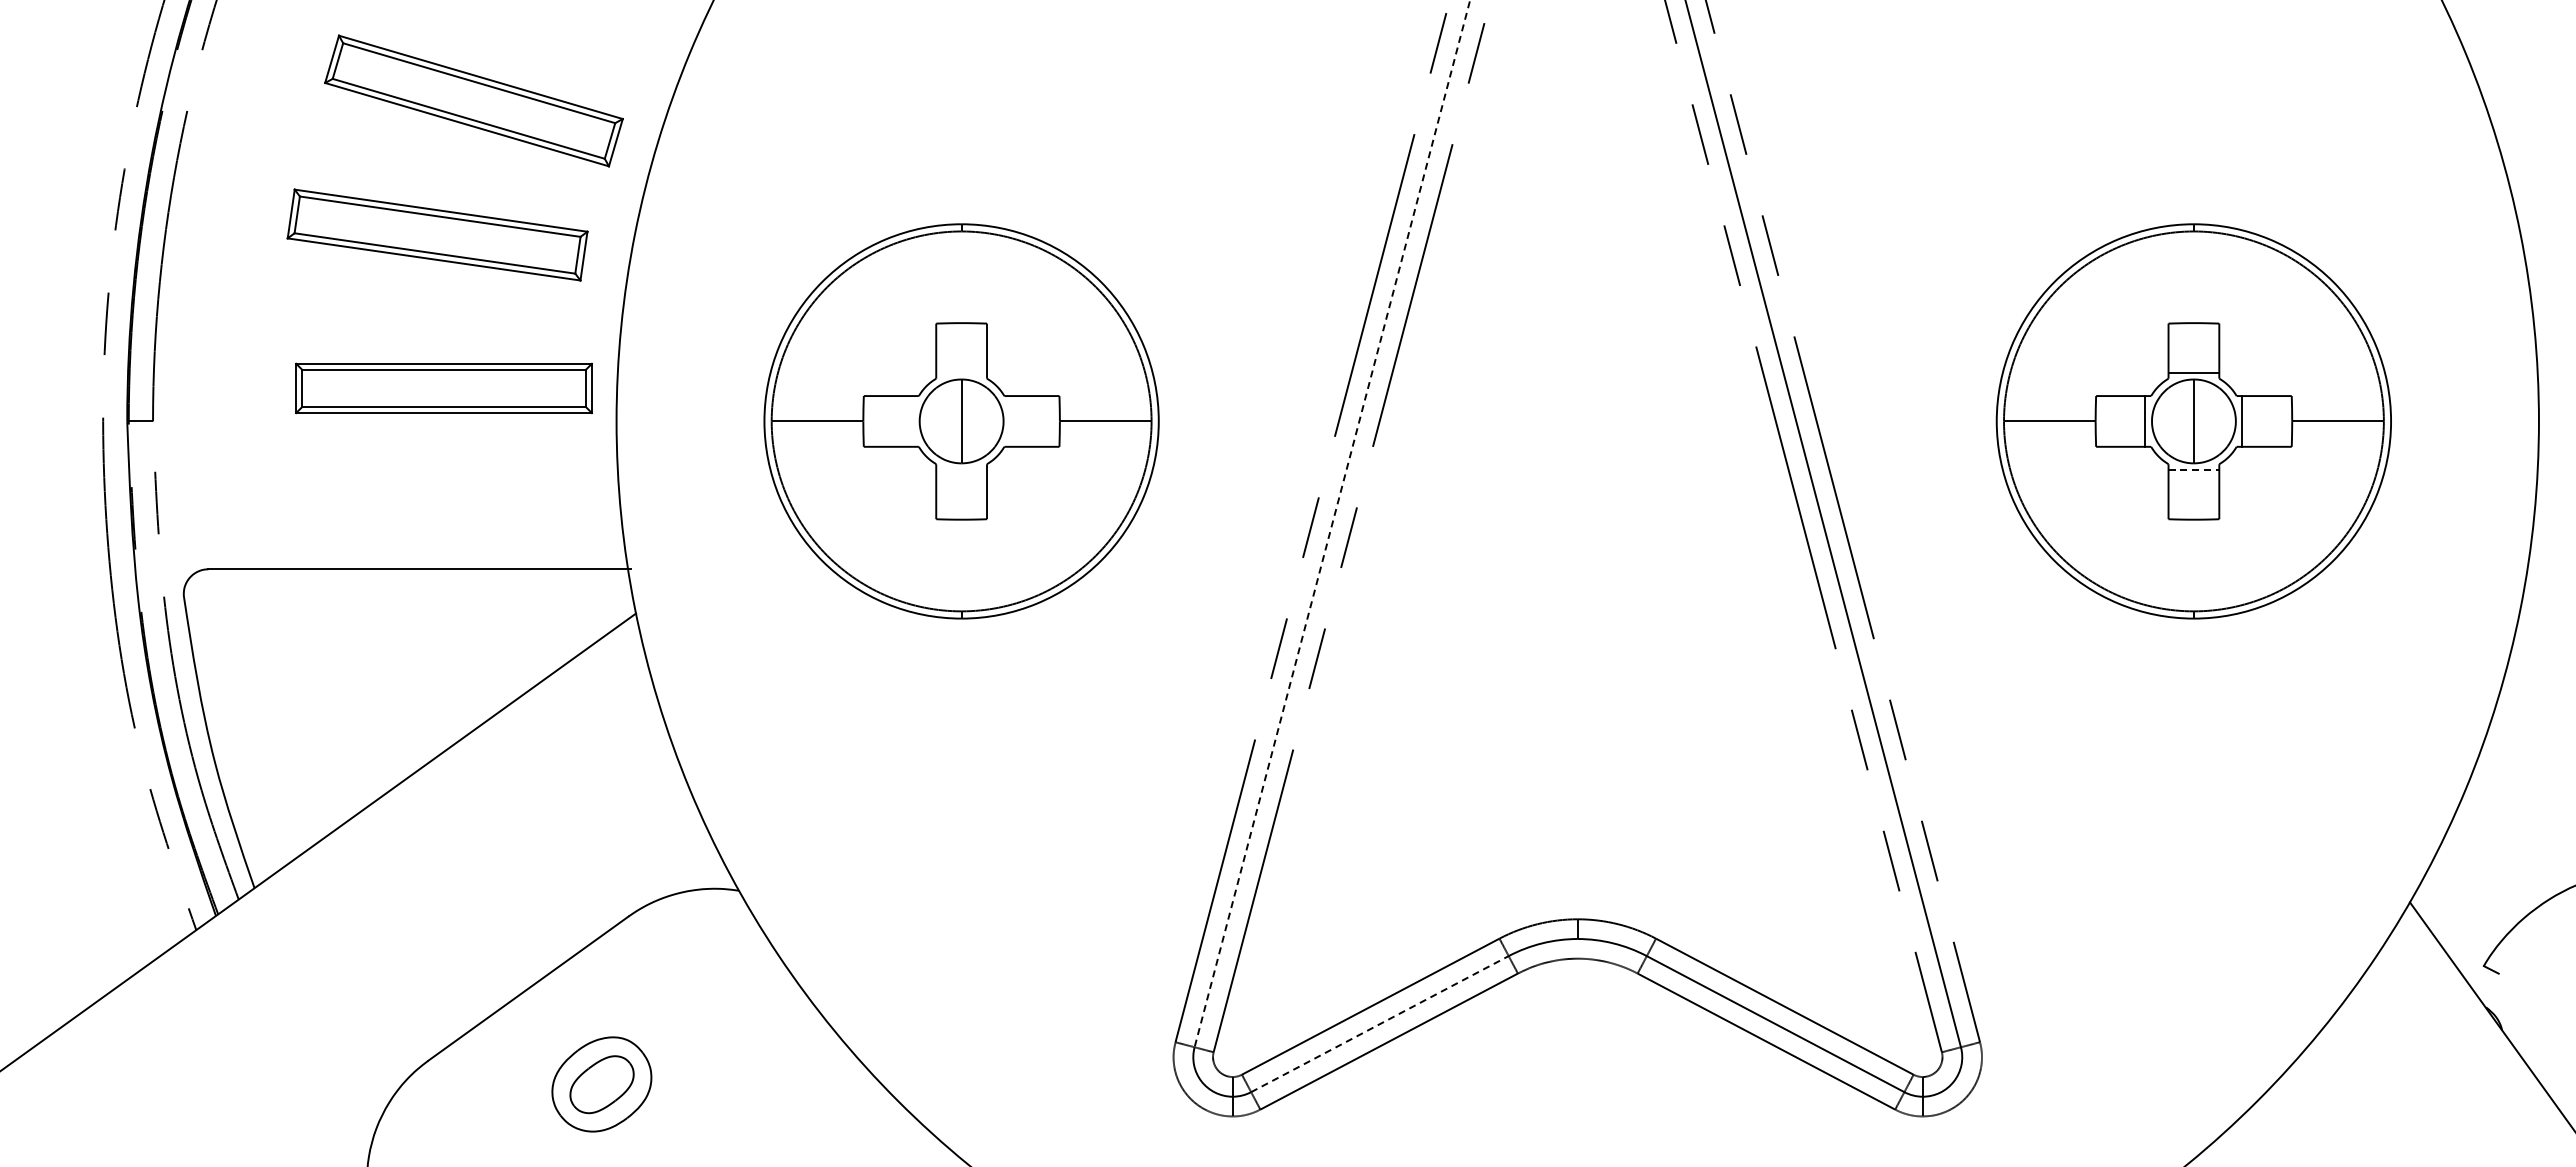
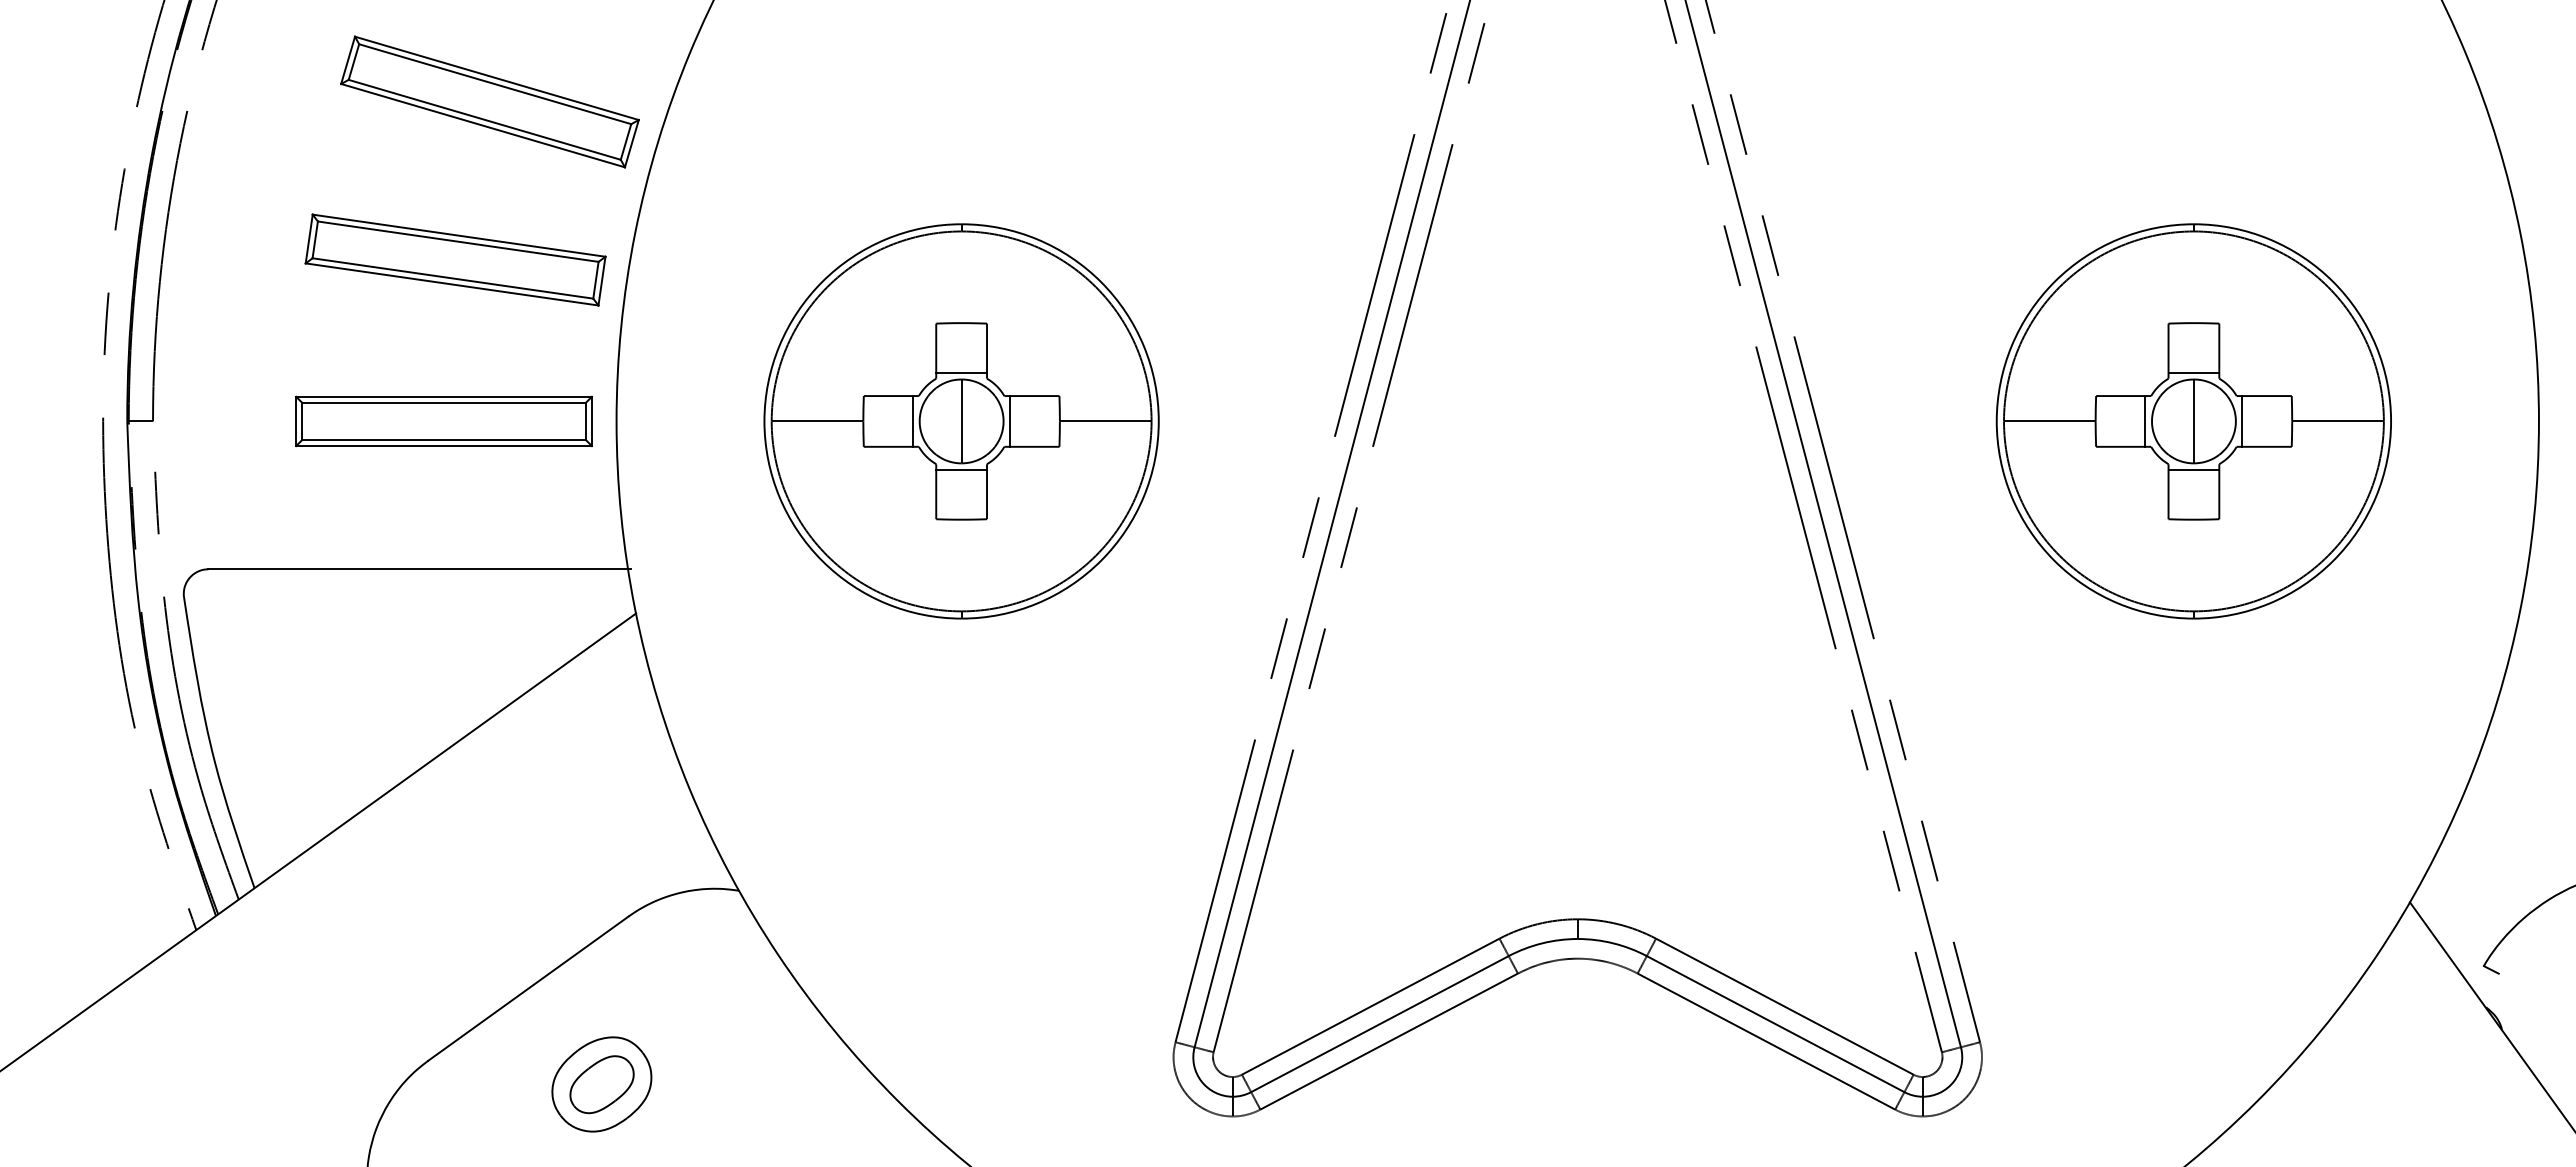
part at (473, 100) position: (473, 100) -> (489, 101)
part at (437, 234) position: (437, 234) -> (455, 259)
line at (961, 372): none -> present
part at (443, 388) position: (443, 388) -> (443, 421)
line at (913, 421): none -> present
line at (1010, 421): none -> present
line at (961, 469): none -> present
line at (2194, 469): dashed -> solid
line at (1332, 524): dashed -> solid
line at (1379, 1024): dashed -> solid
